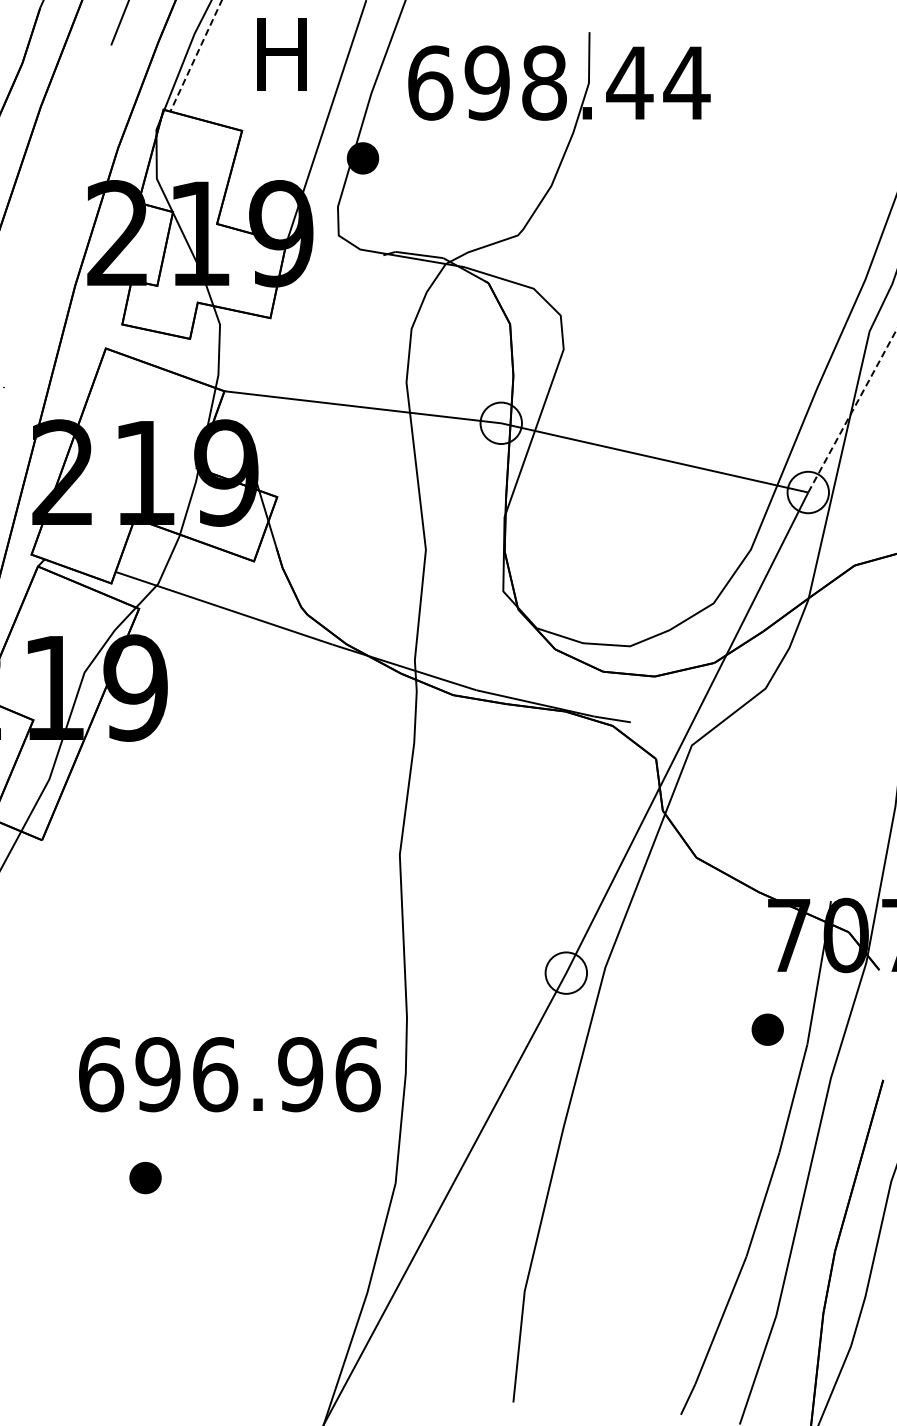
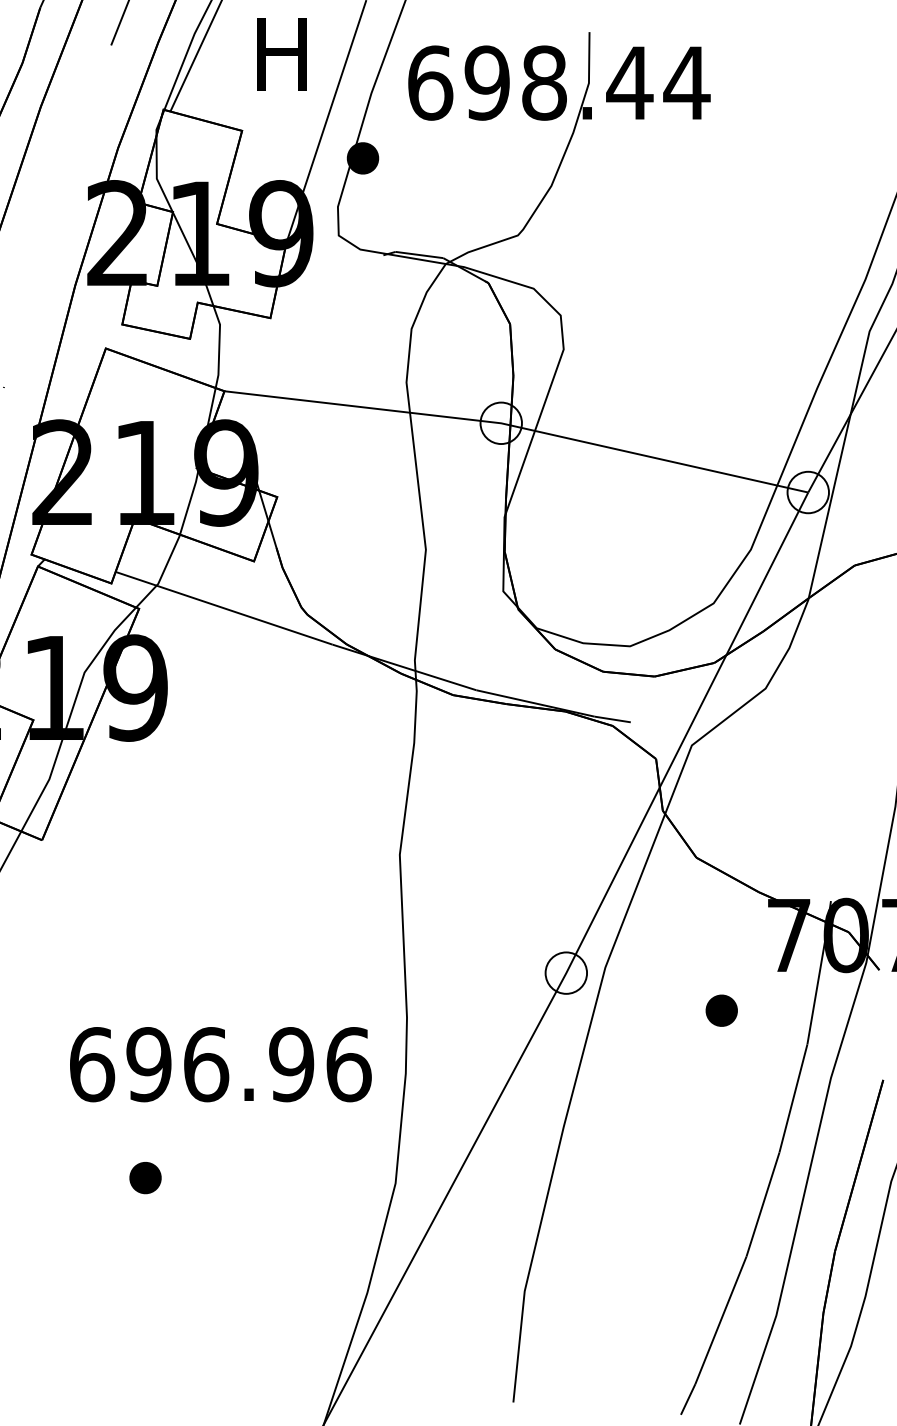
line at (195, 56): dashed -> solid
line at (852, 410): dashed -> solid
part at (767, 1029) position: (767, 1029) -> (721, 1010)
text at (229, 1074) position: (229, 1074) -> (220, 1064)
